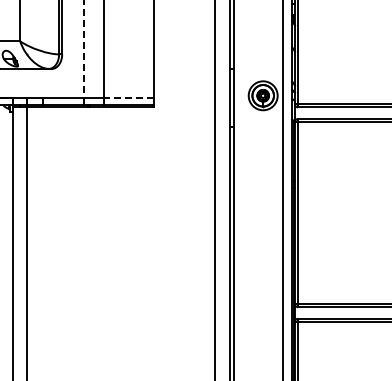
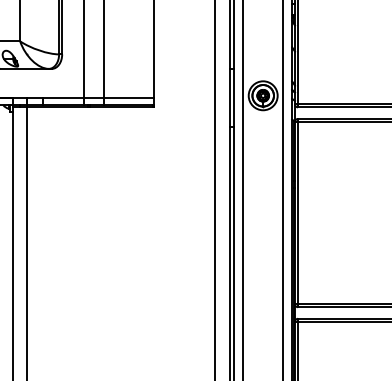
line at (83, 49): dashed -> solid
line at (129, 97): dashed -> solid
line at (242, 189): none -> present
